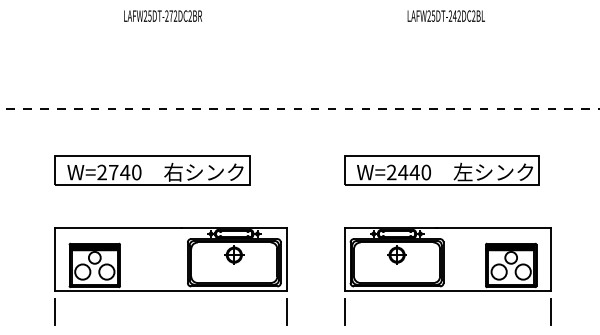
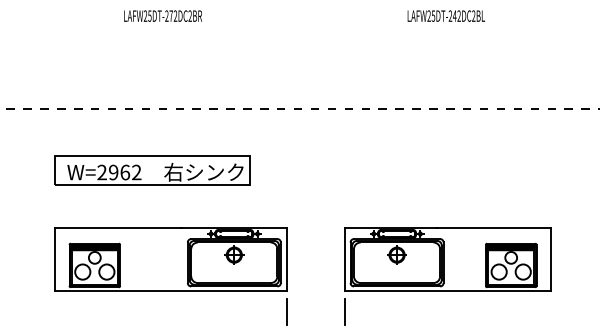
part at (441, 170): present -> none
text at (125, 172): W=2740 -> W=2962
line at (55, 311): present -> none
line at (550, 311): present -> none
